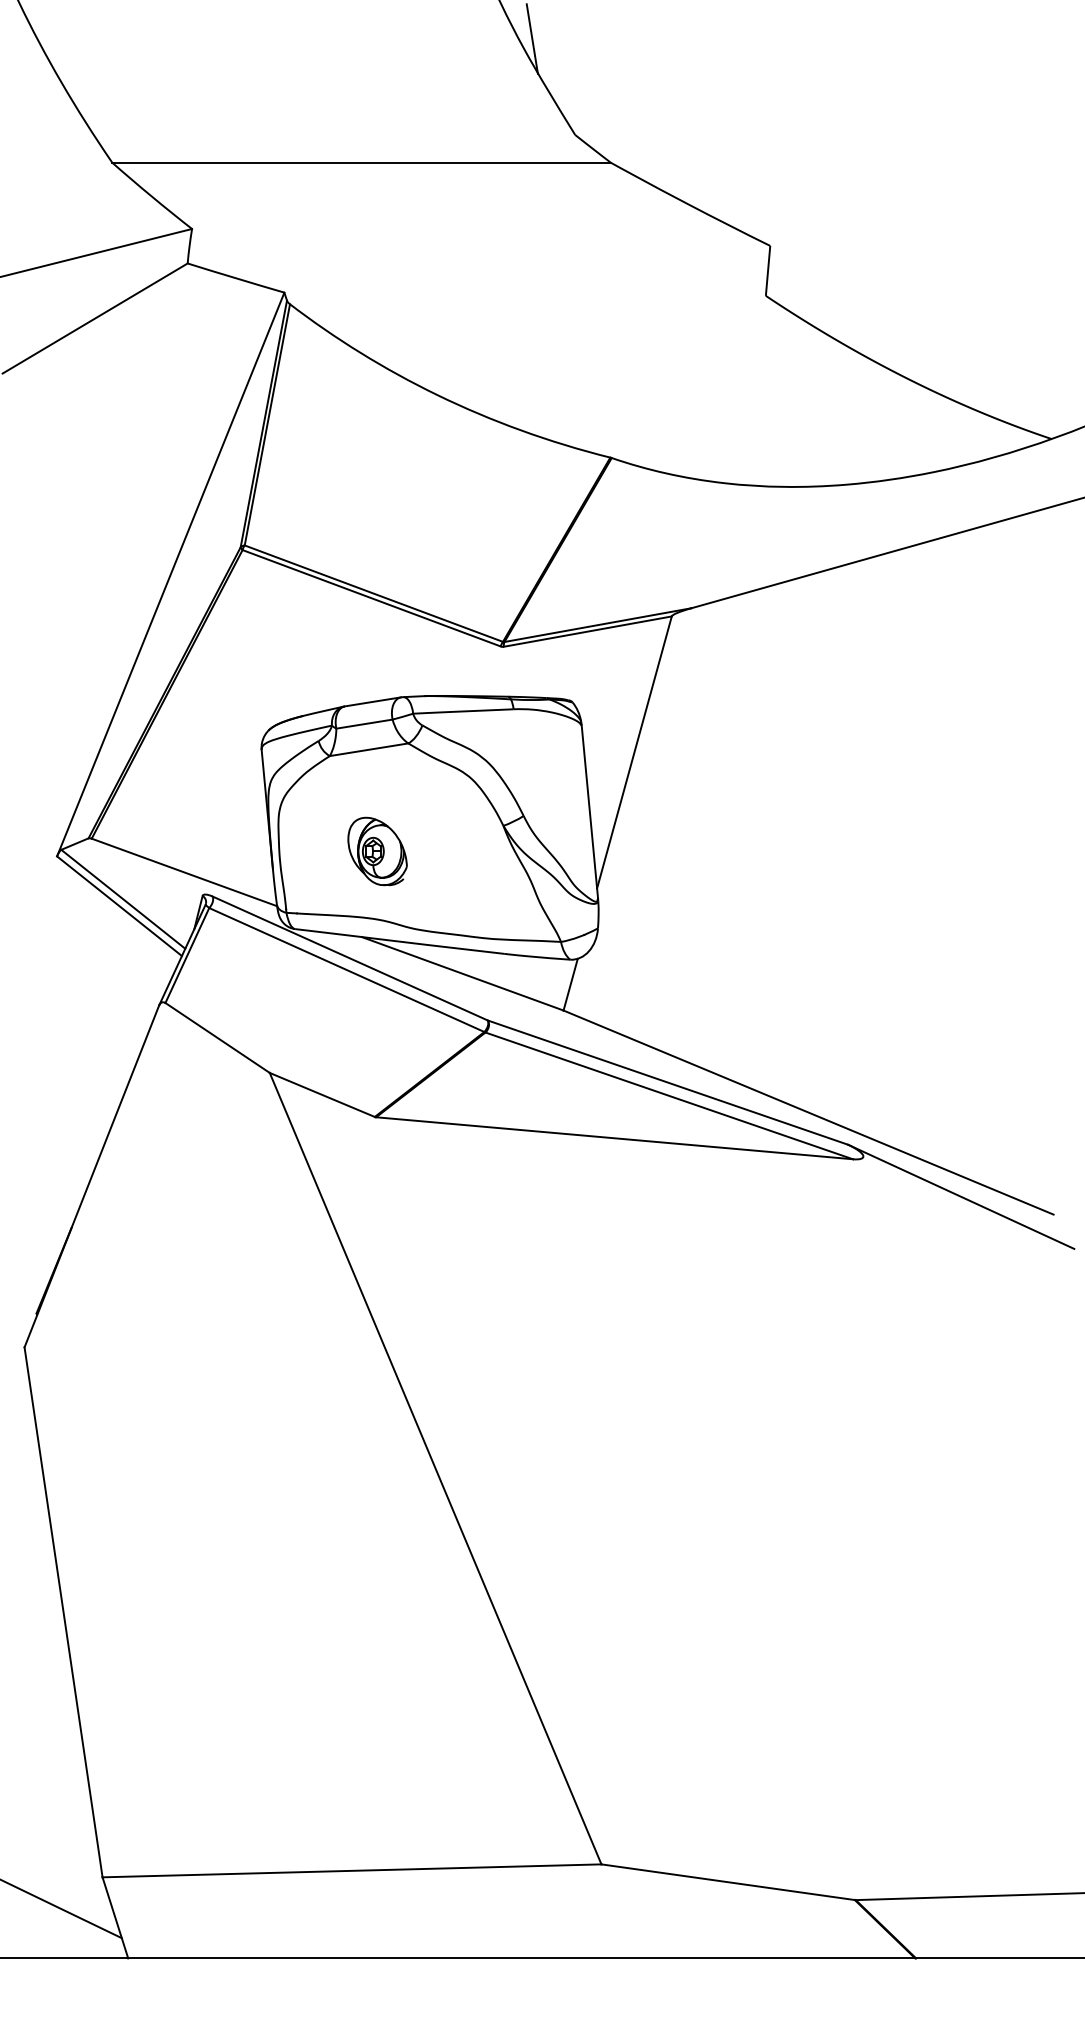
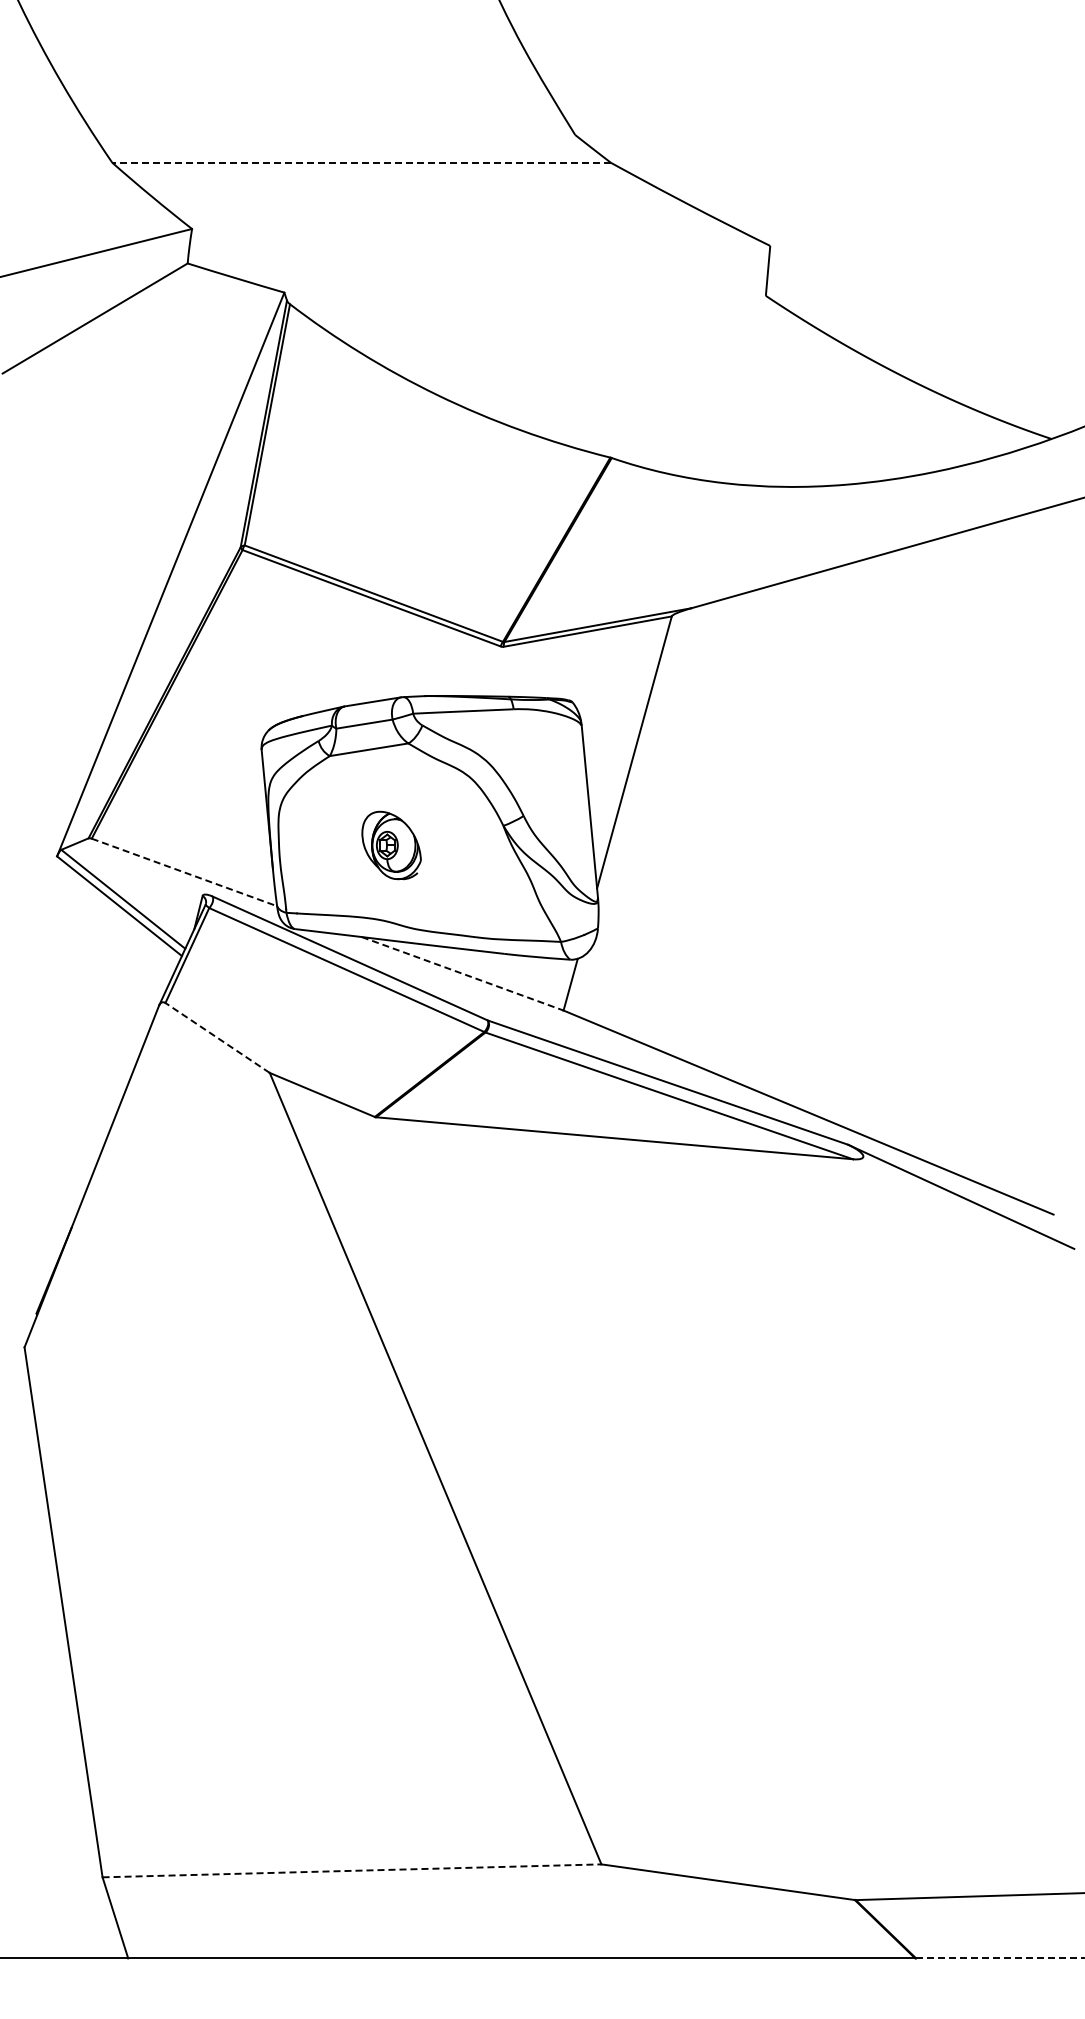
line at (531, 38): present -> none
line at (361, 162): solid -> dashed
part at (377, 851) position: (377, 851) -> (391, 845)
line at (184, 872): solid -> dashed
line at (463, 973): solid -> dashed
line at (217, 1037): solid -> dashed
line at (352, 1870): solid -> dashed
line at (61, 1909): present -> none
line at (1001, 1958): solid -> dashed
